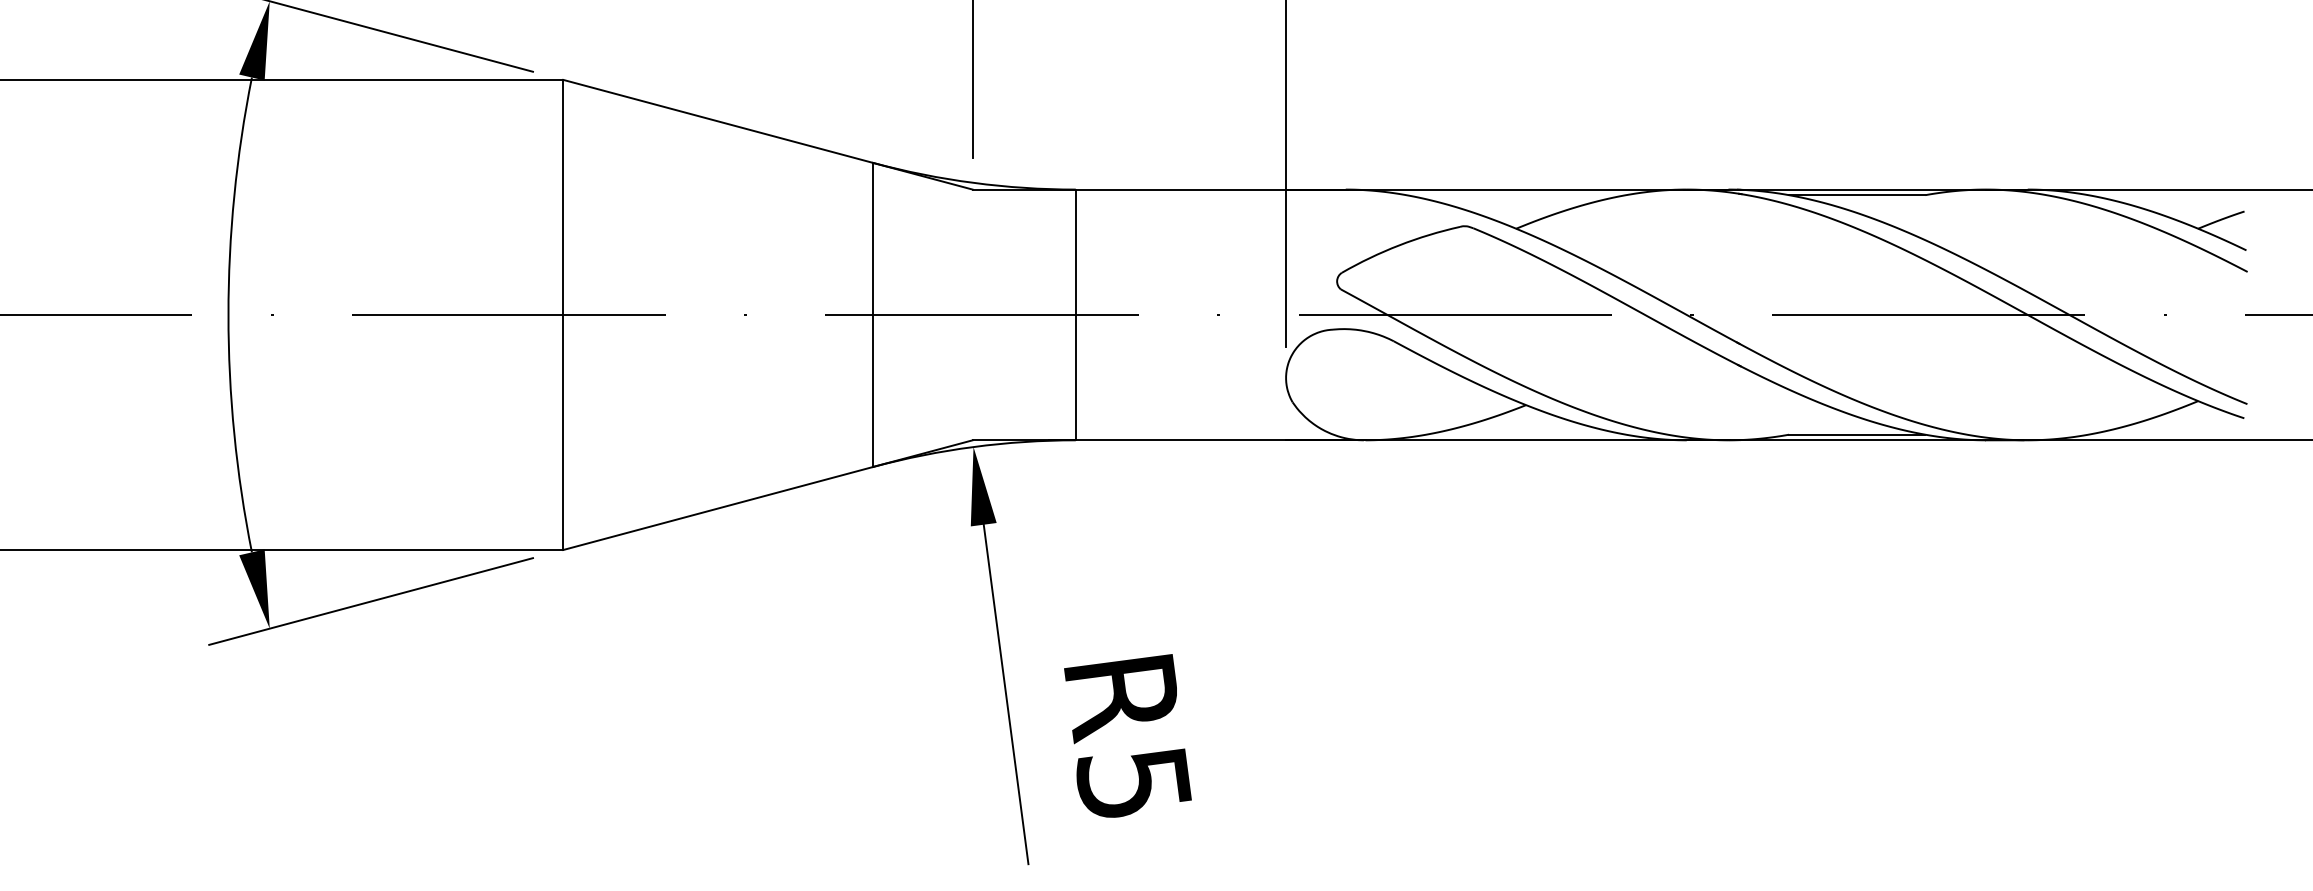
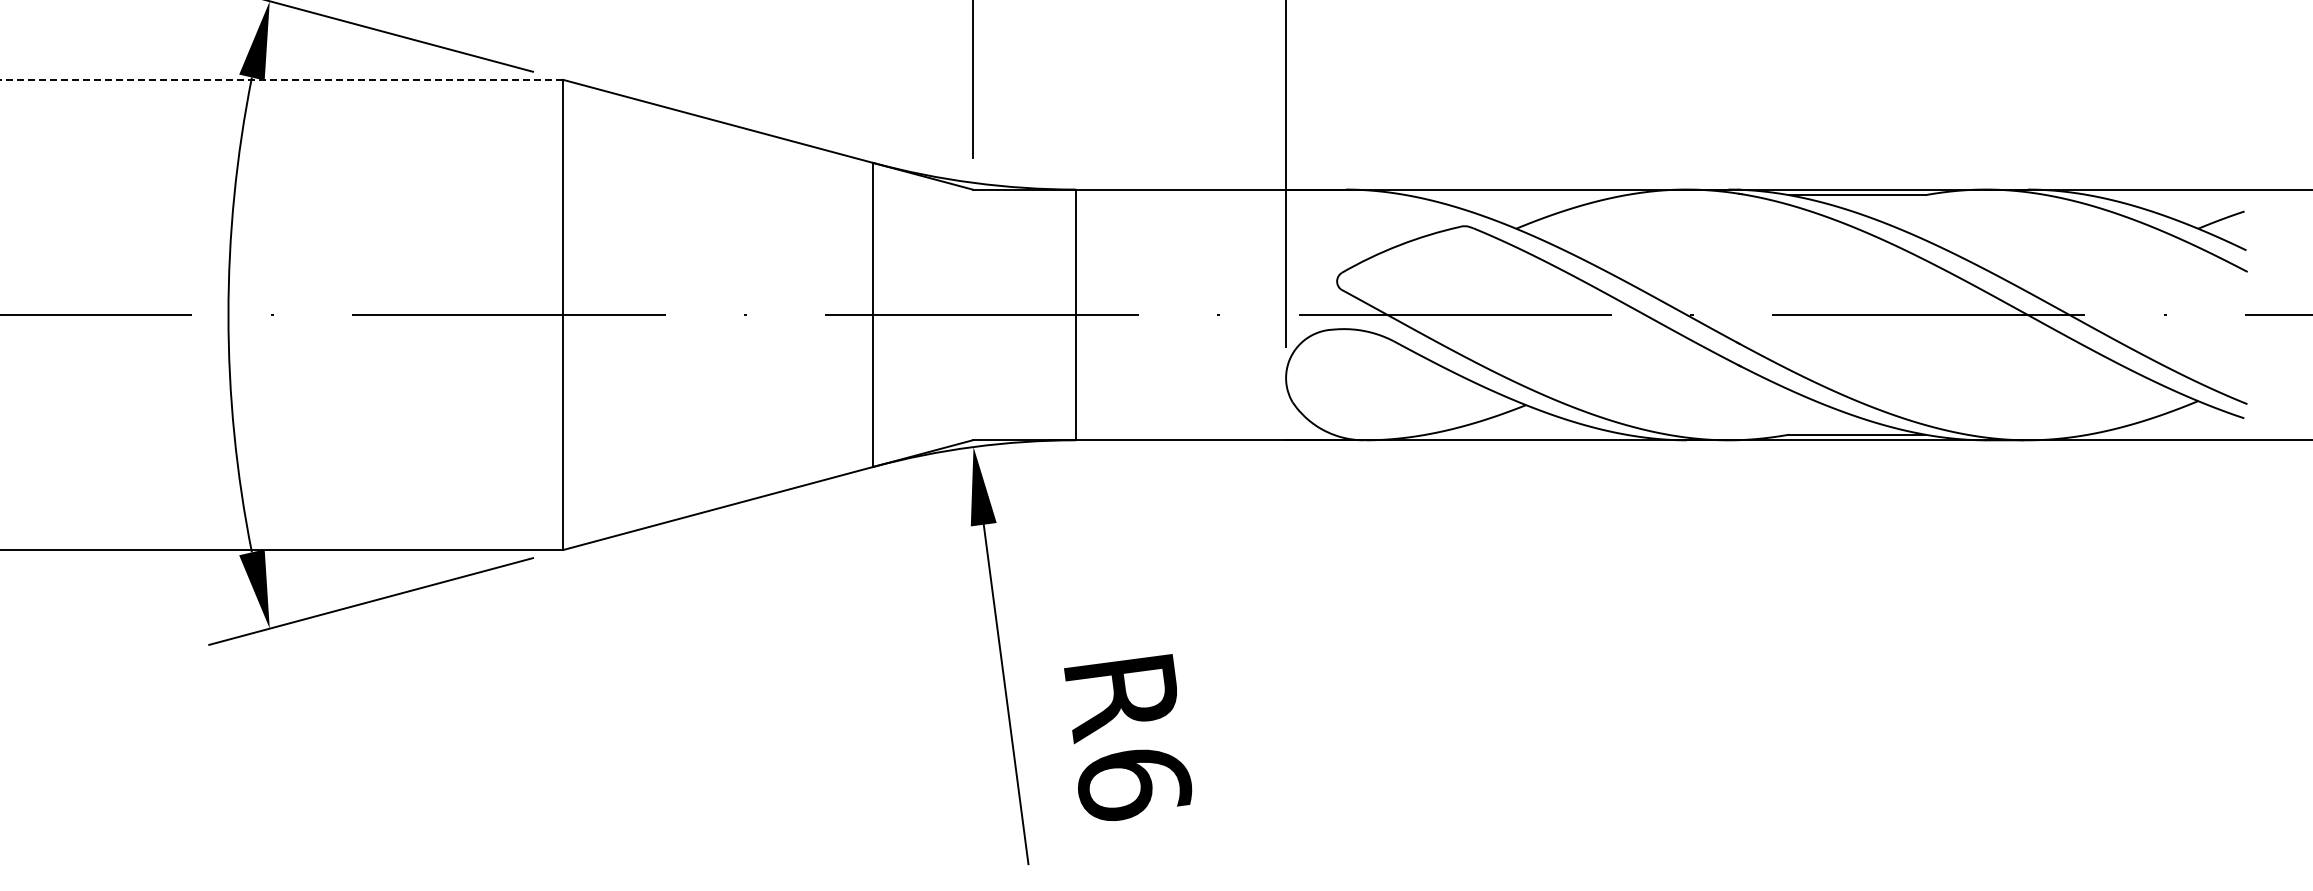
line at (281, 79): solid -> dashed
text at (1134, 784): R5 -> R6
